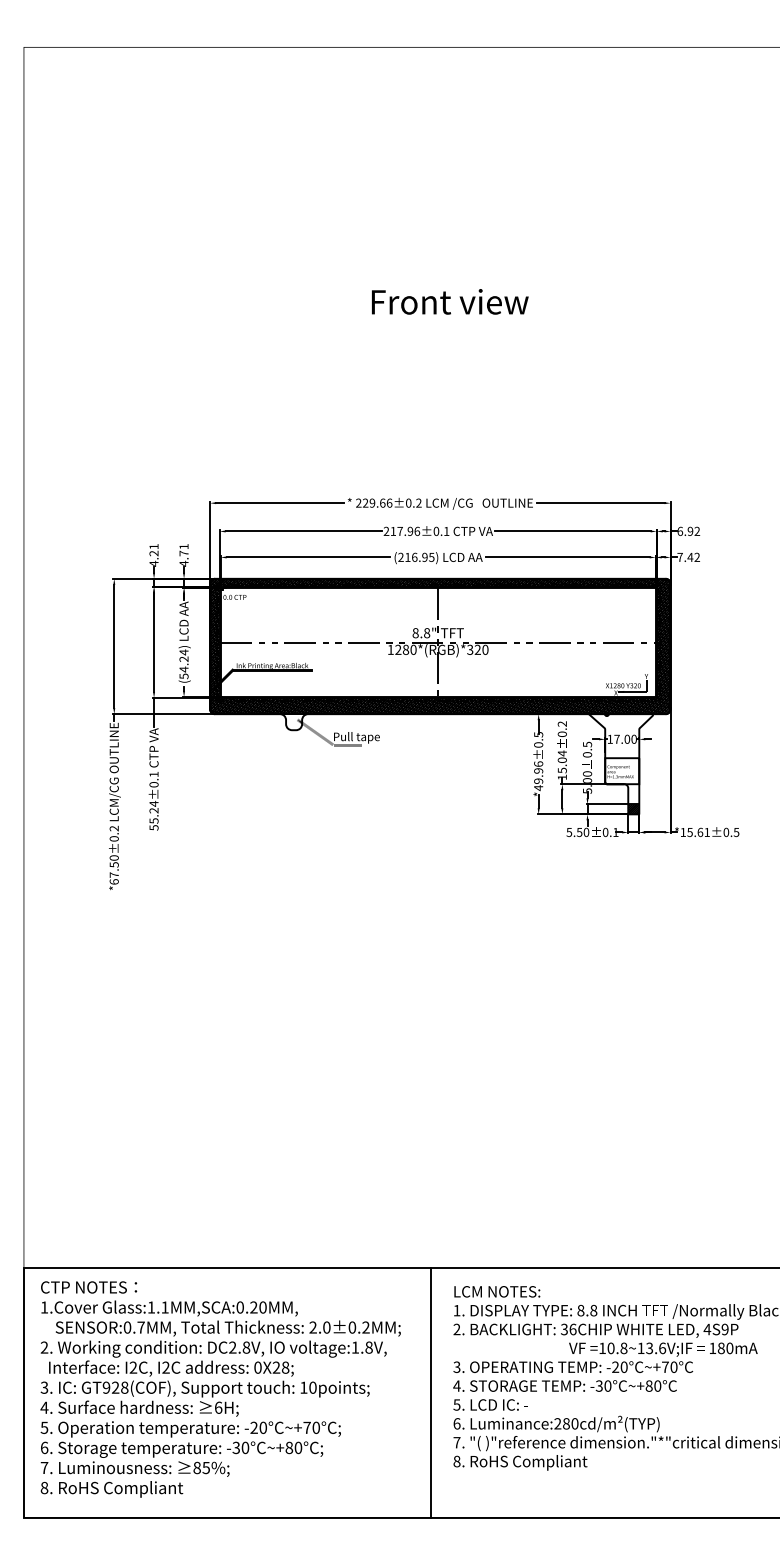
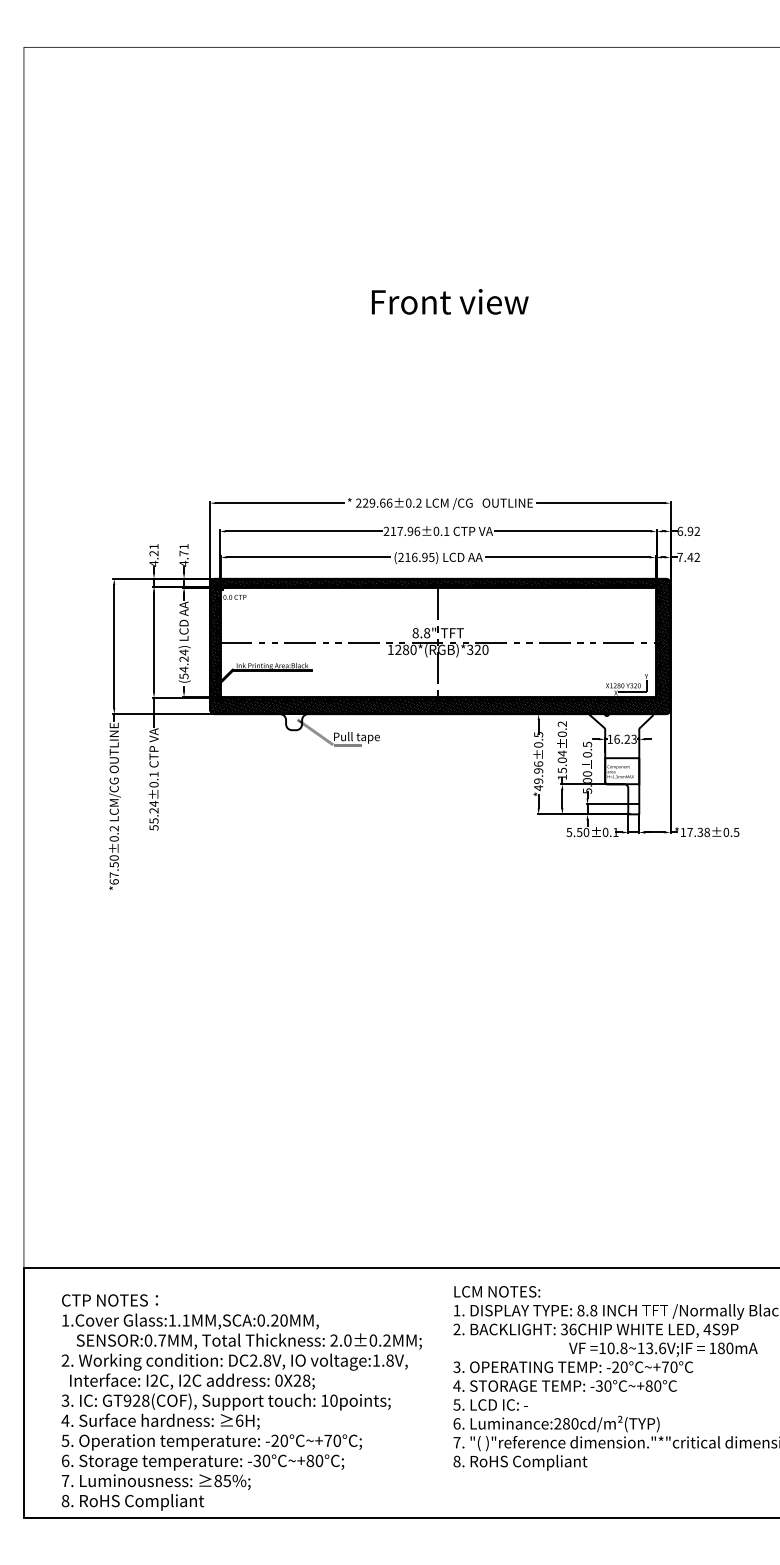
text at (625, 738): 17.00 -> 16.23
hatch at (633, 809): present -> none
text at (698, 832): *15.61±0.5 -> *17.38±0.5
text at (220, 1389) position: (220, 1389) -> (241, 1402)
line at (430, 1392): present -> none
